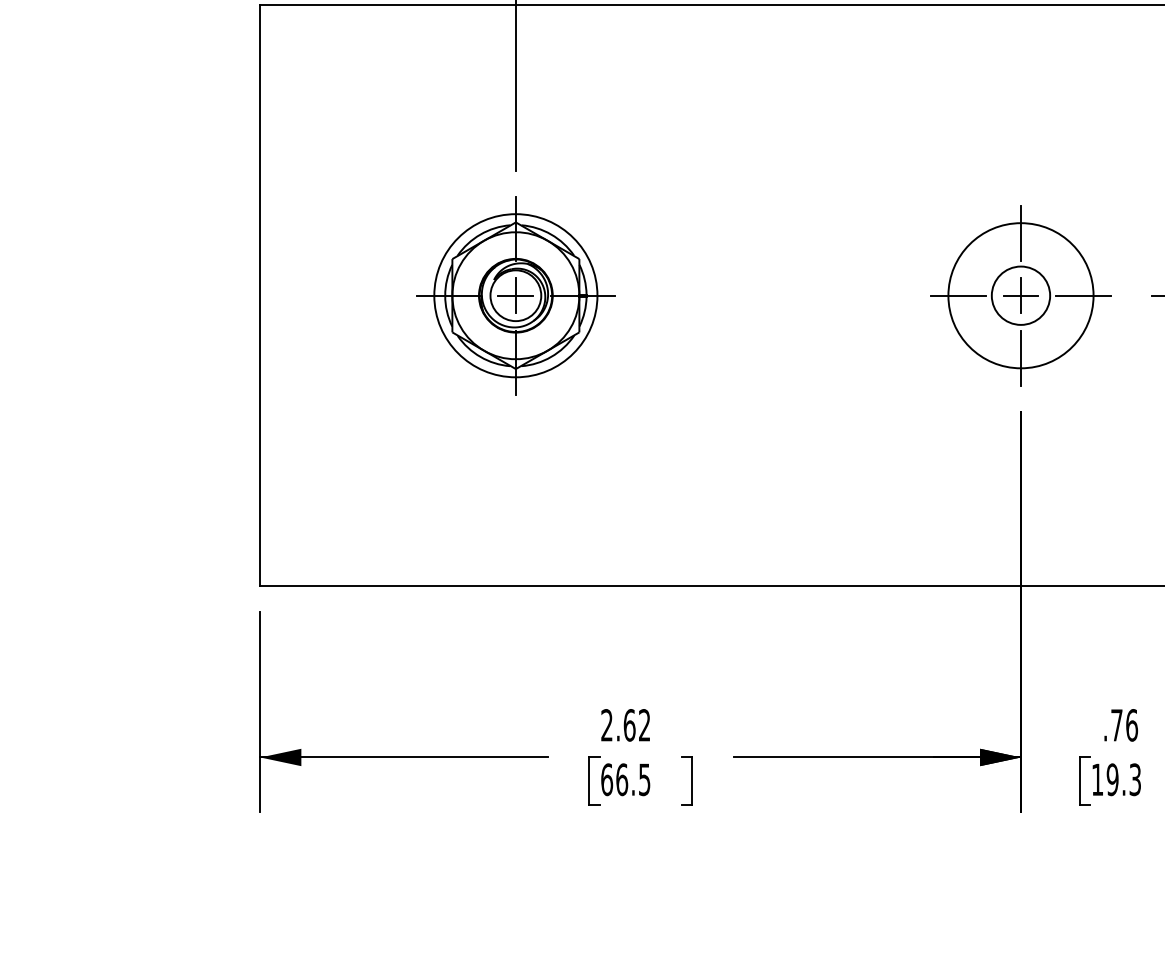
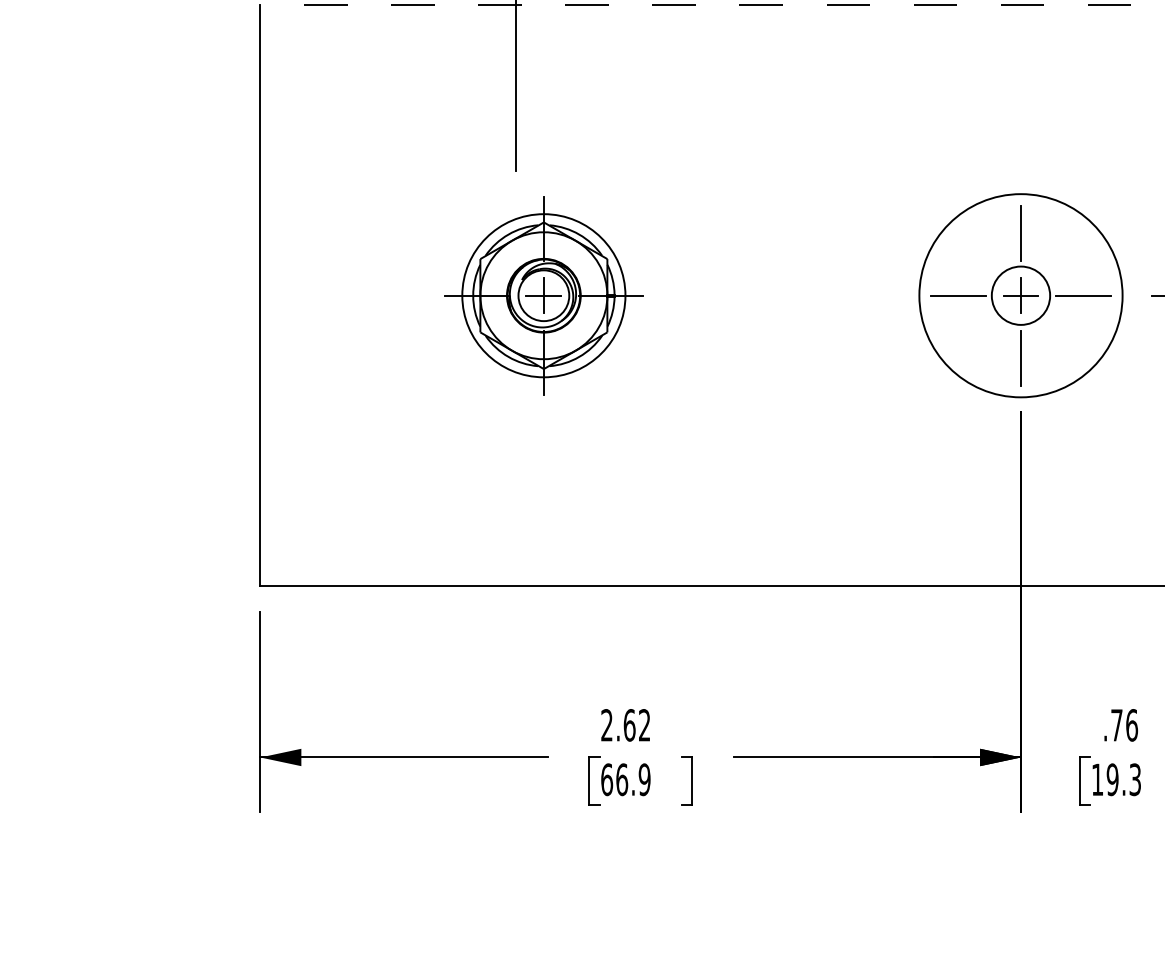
line at (712, 5): solid -> dashed
part at (515, 295) position: (515, 295) -> (543, 295)
circle at (1020, 295) diameter: 145 px -> 203 px
text at (644, 779): 66.5 -> 66.9
